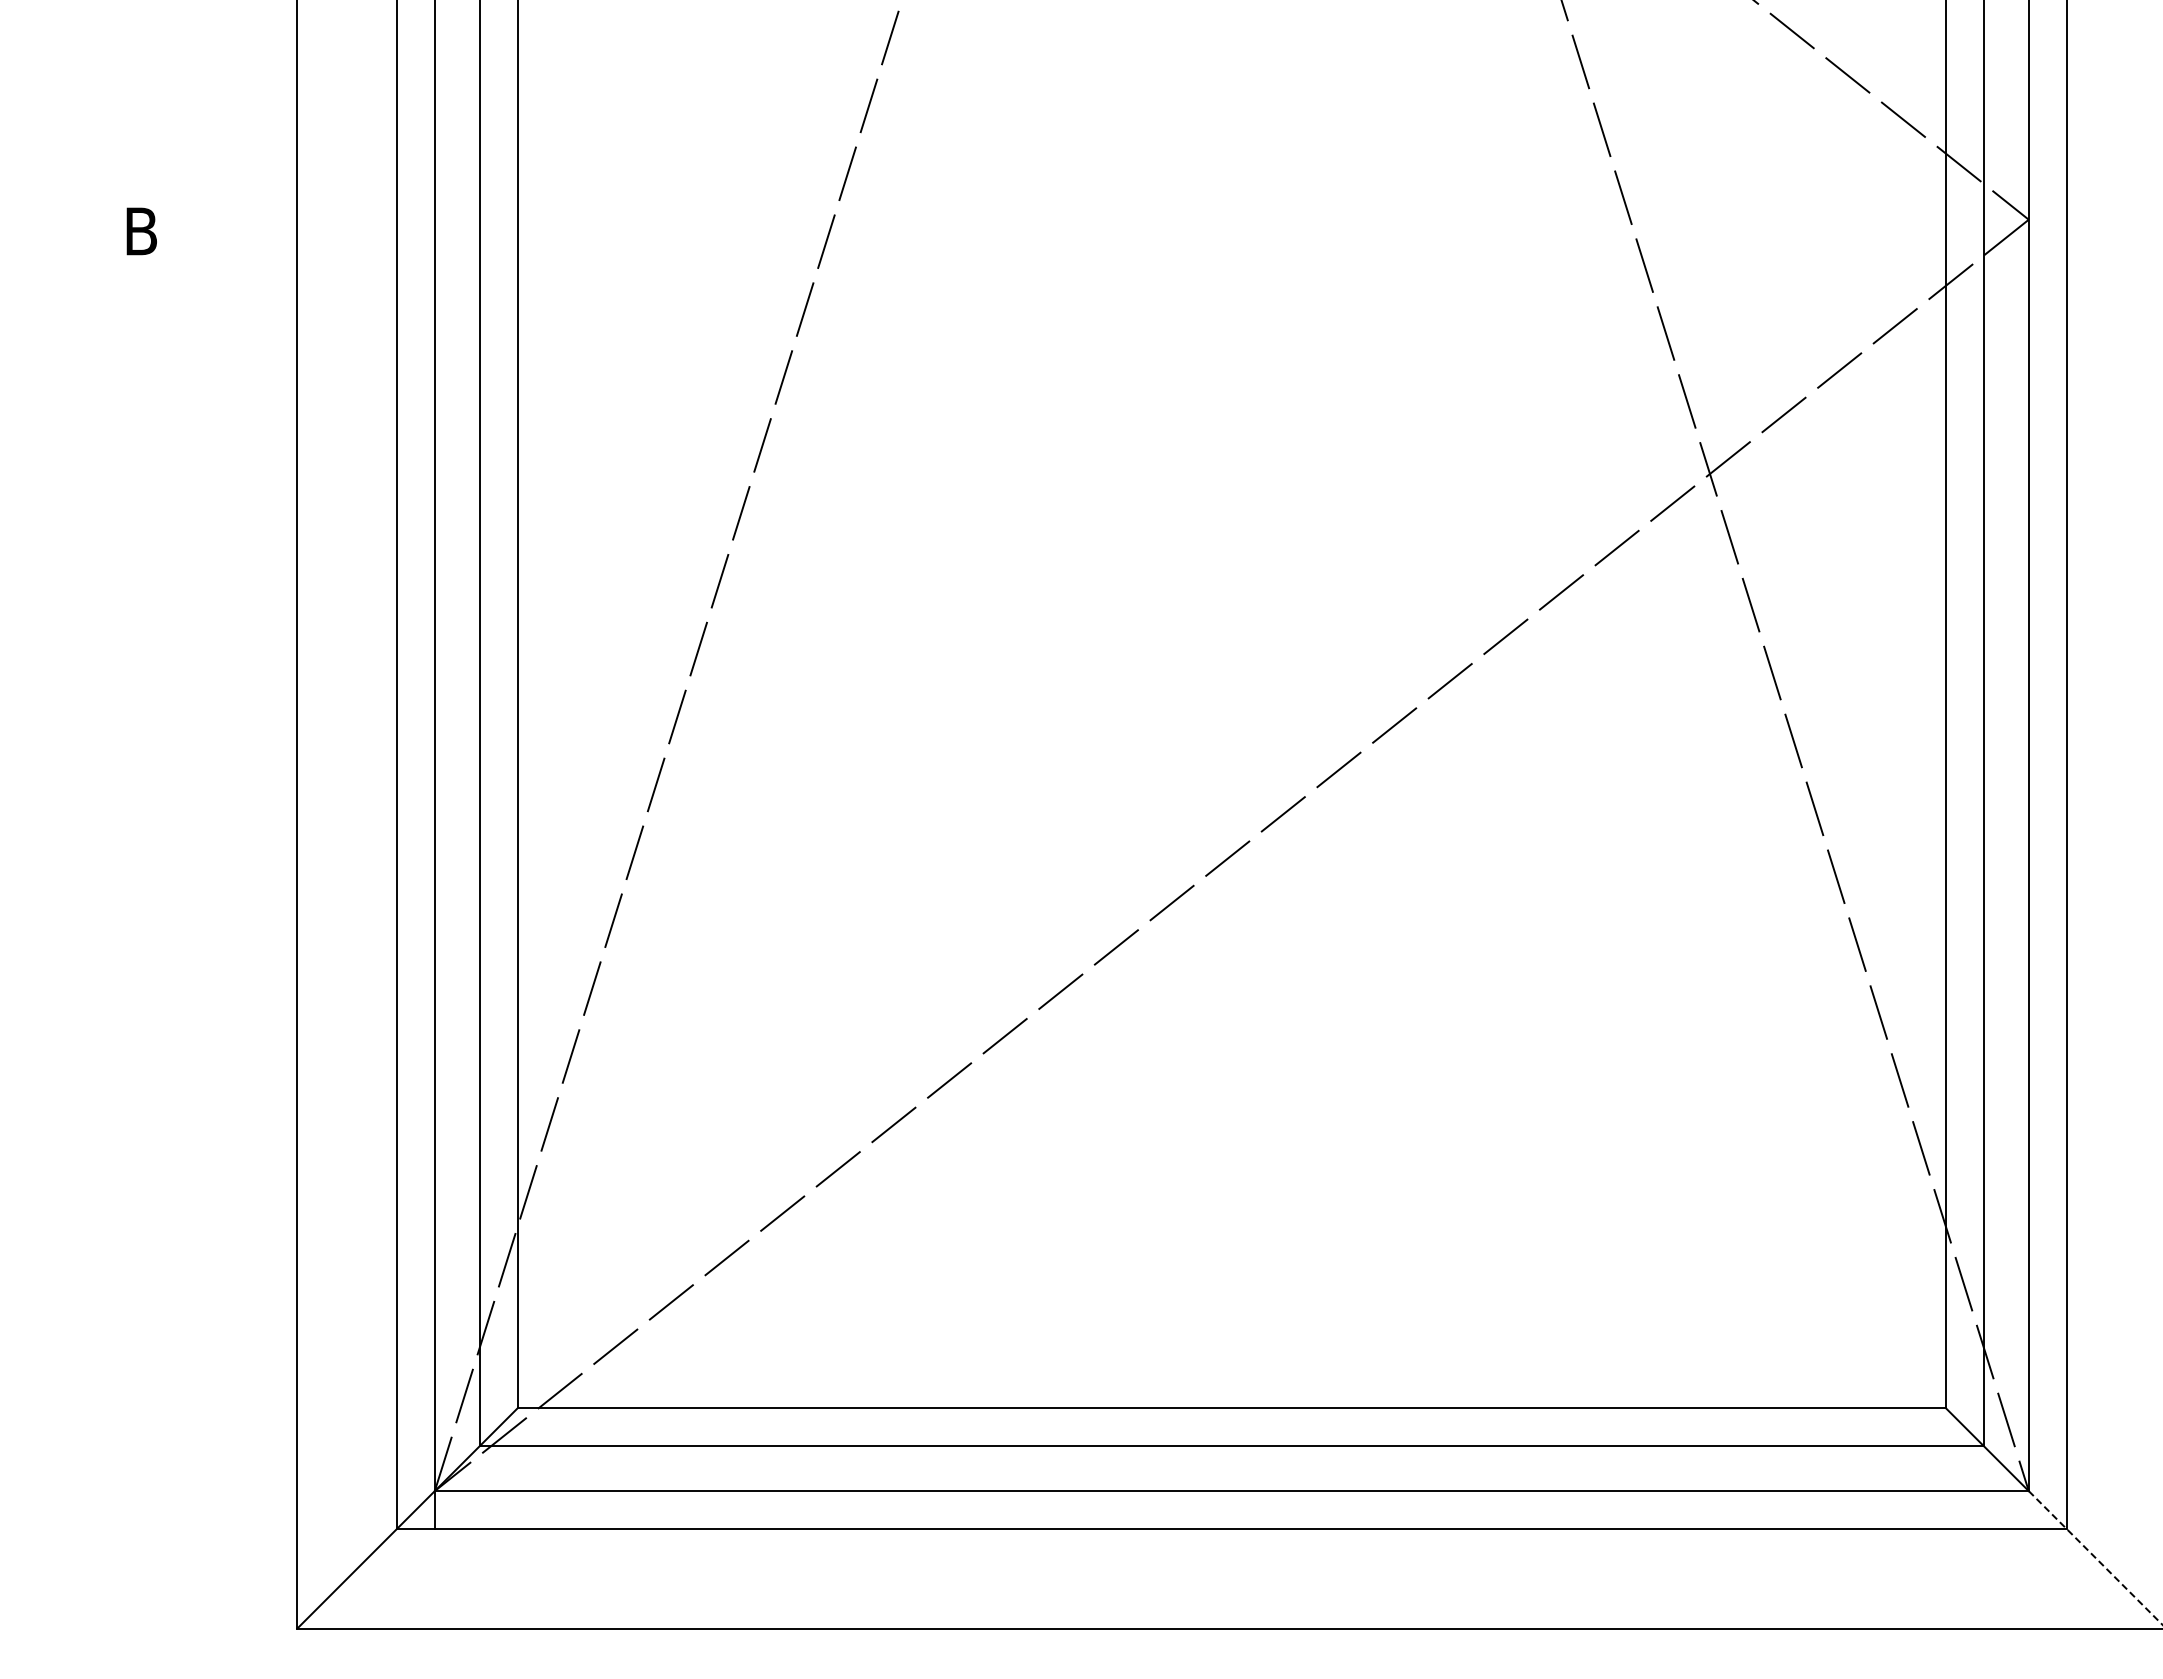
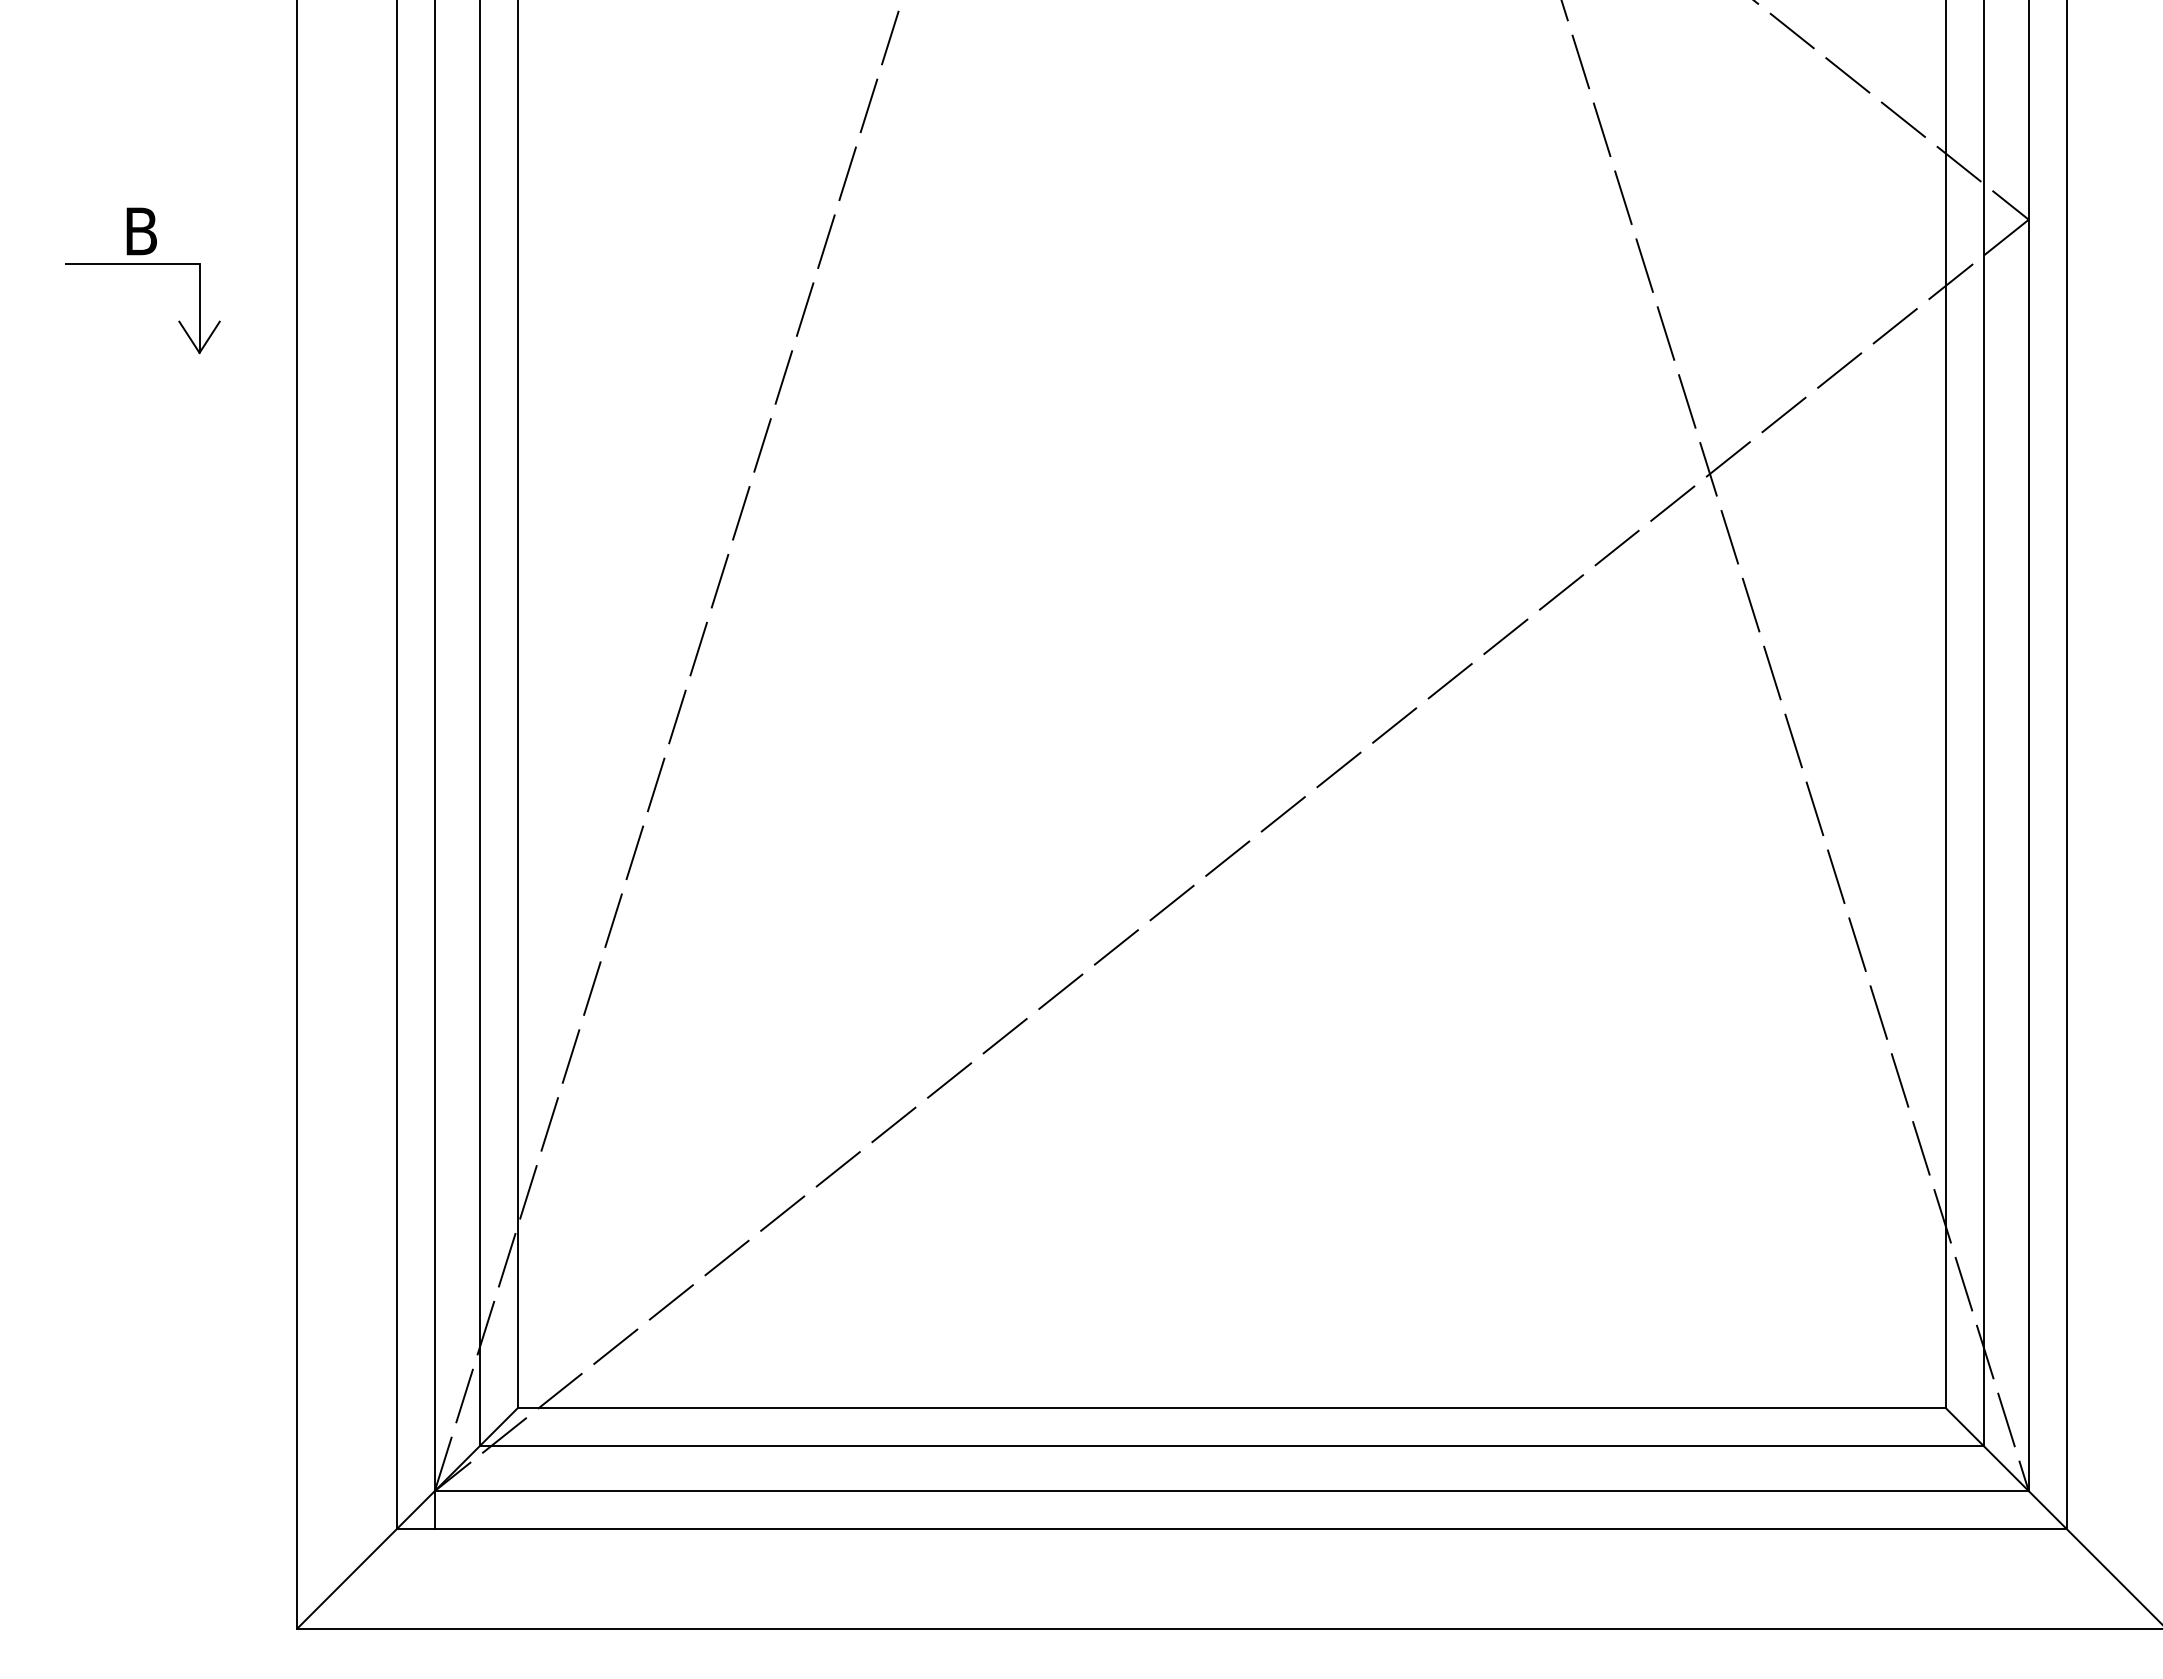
part at (178, 321): none -> present
line at (2095, 1558): dashed -> solid
